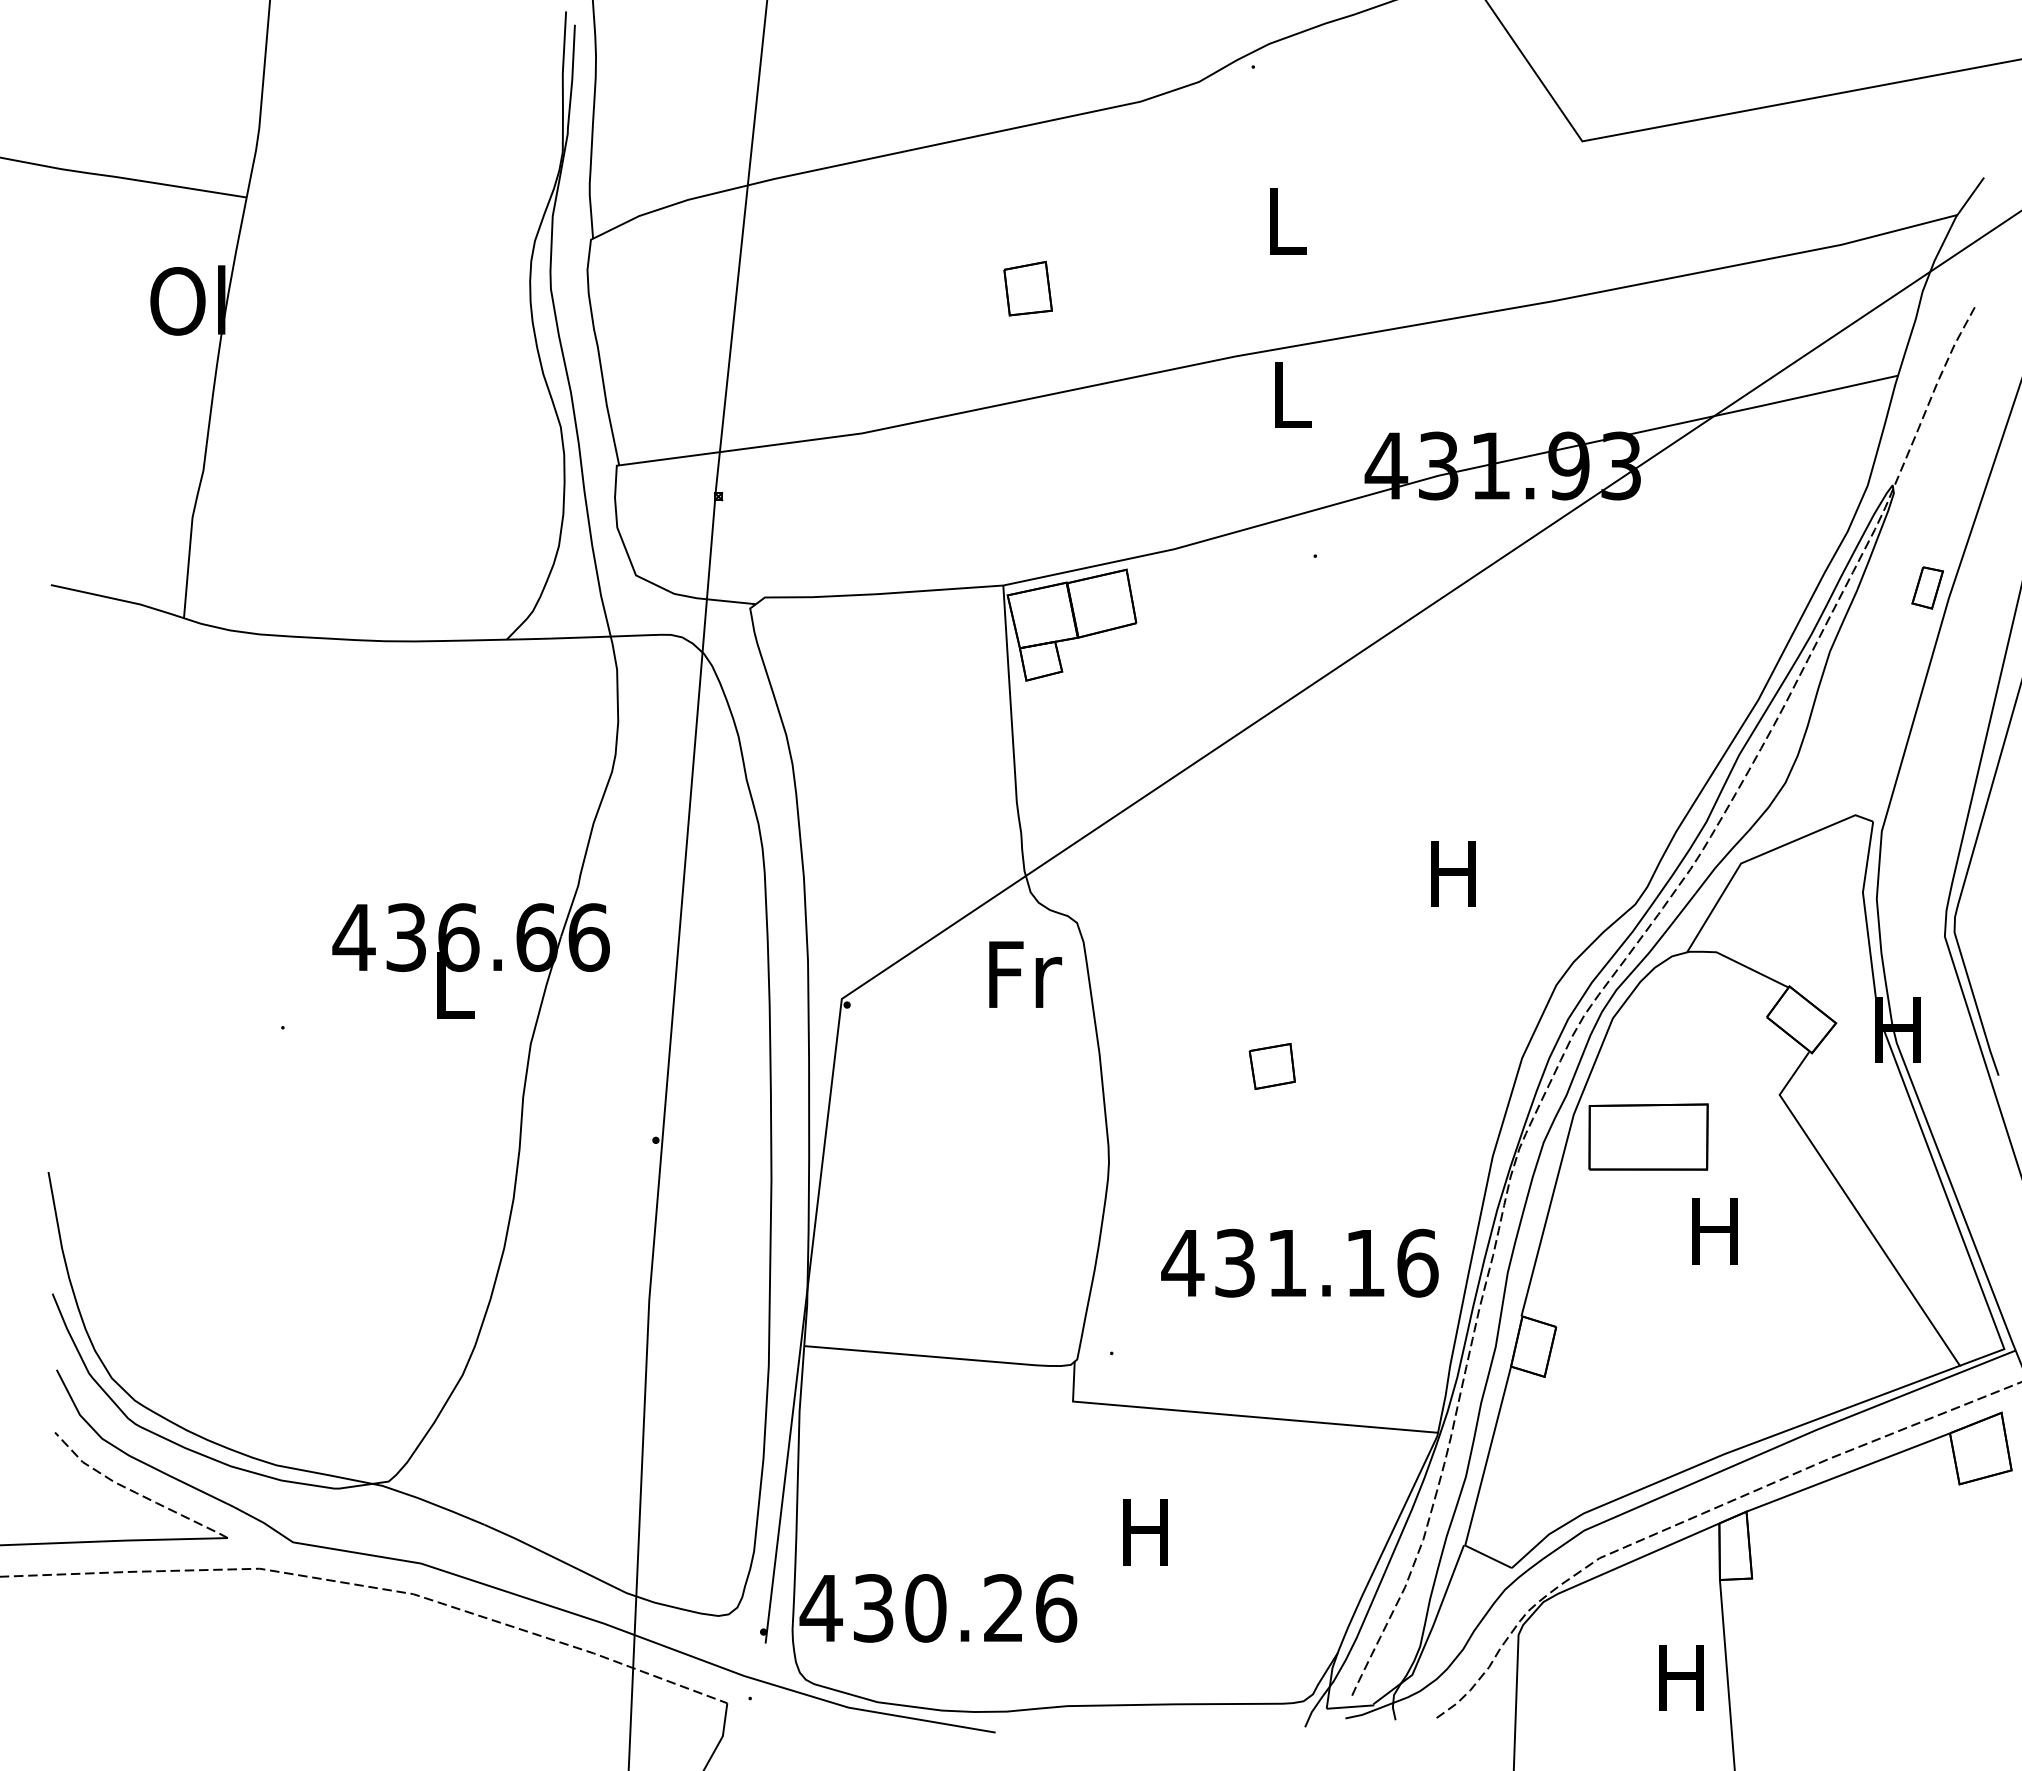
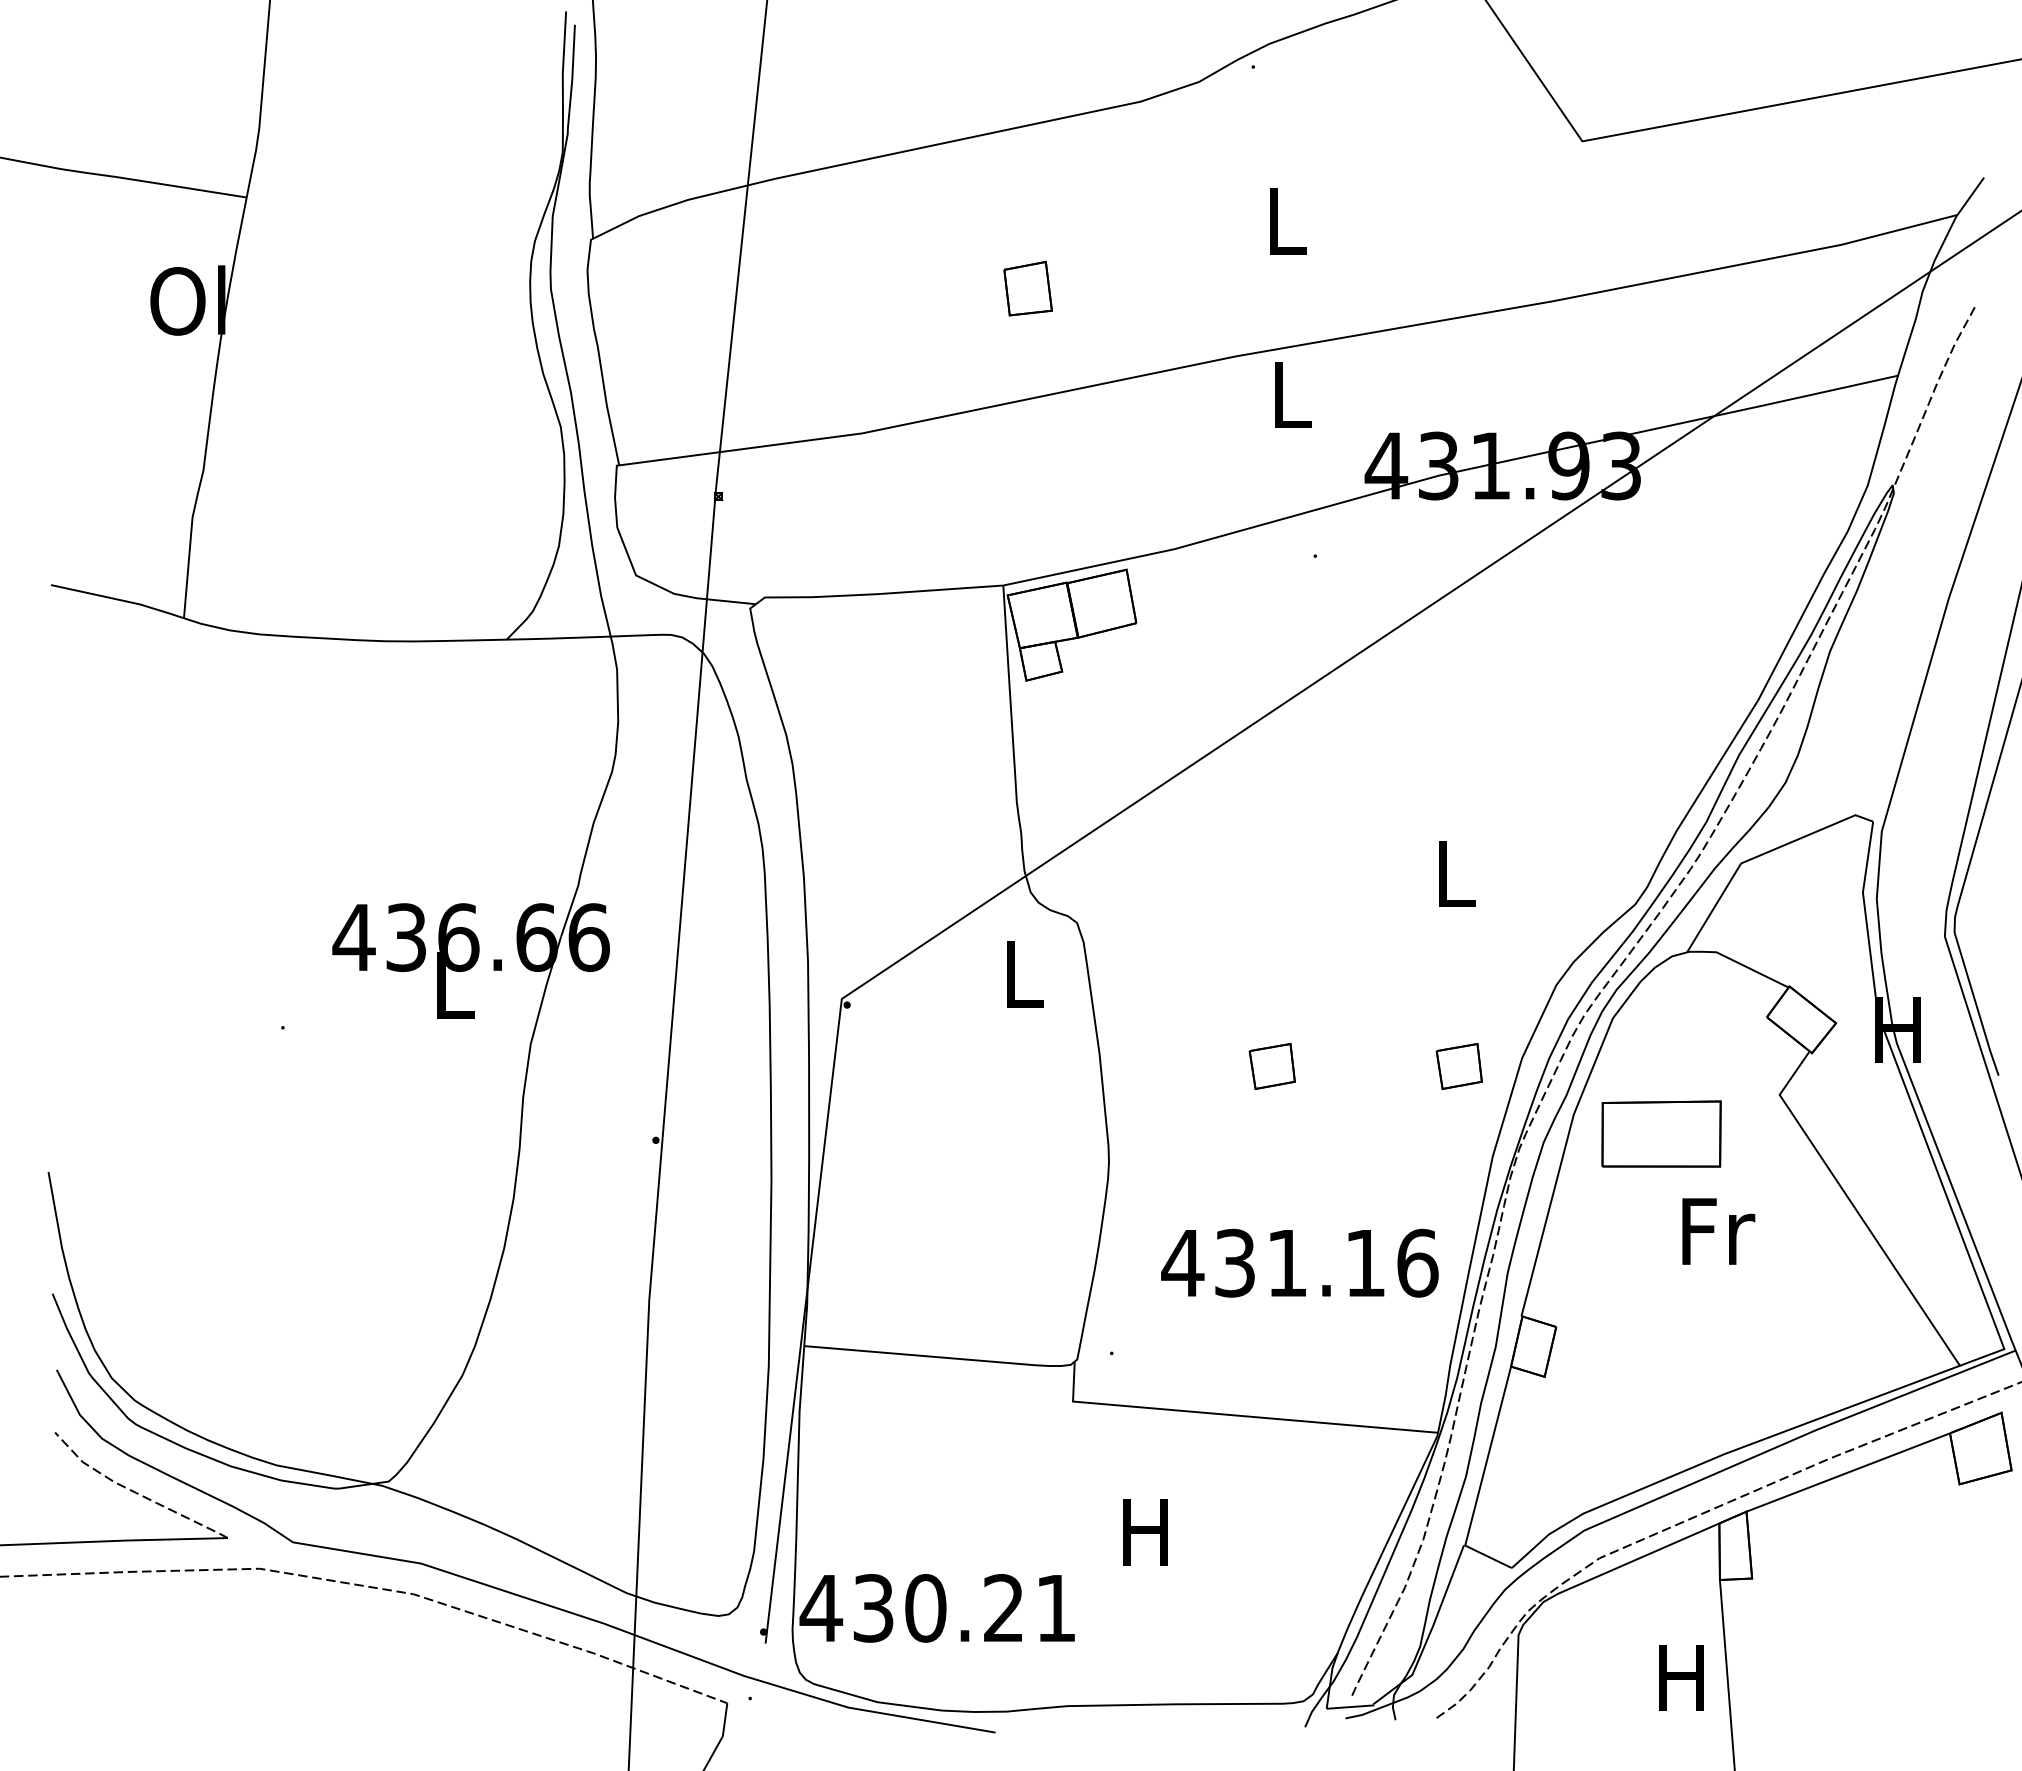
part at (1927, 587): present -> none
text at (1453, 873): H -> L
text at (1025, 974): Fr -> L
part at (1458, 1066): none -> present
part at (1648, 1136) position: (1648, 1136) -> (1661, 1133)
text at (1718, 1231): H -> Fr
text at (1056, 1608): 430.26 -> 430.21
